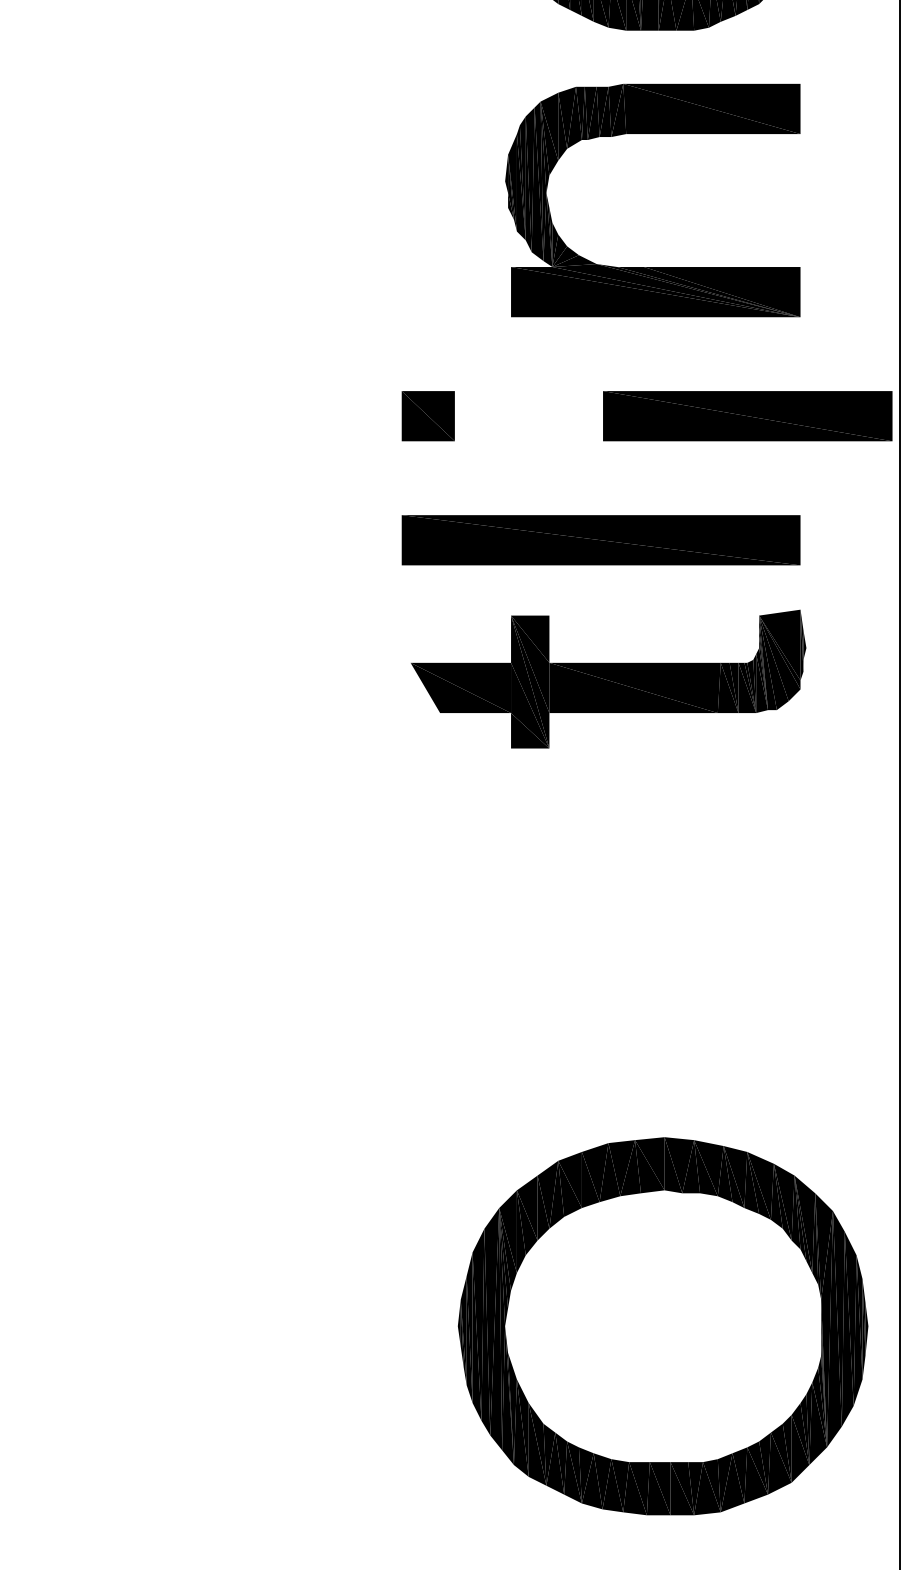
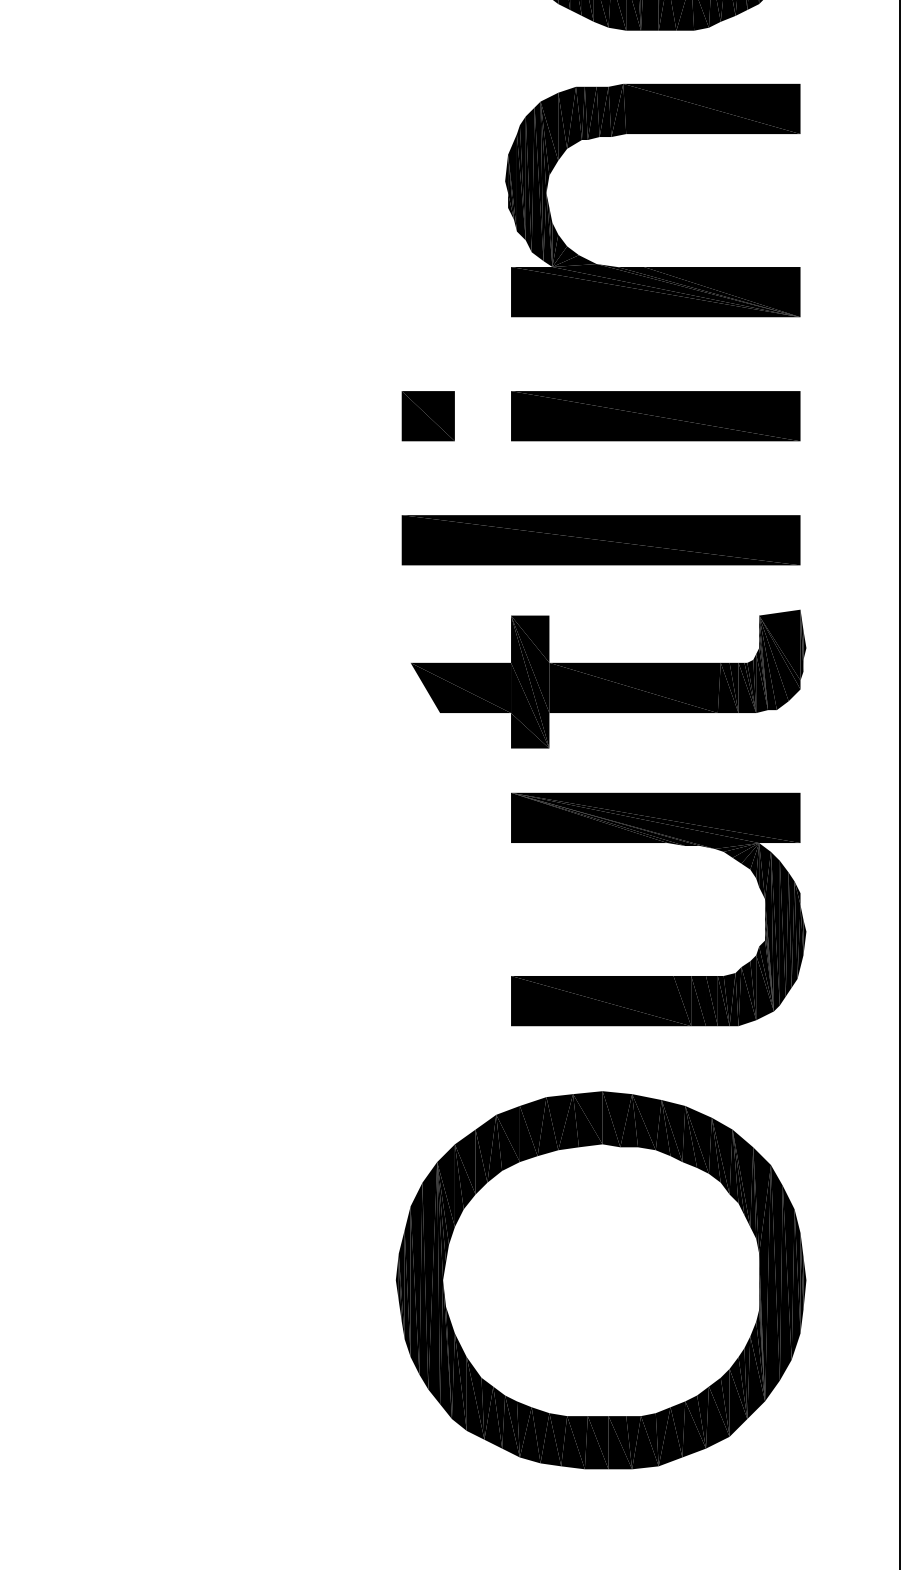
part at (747, 416) position: (747, 416) -> (655, 416)
part at (668, 843): none -> present
part at (662, 1326) position: (662, 1326) -> (600, 1280)
